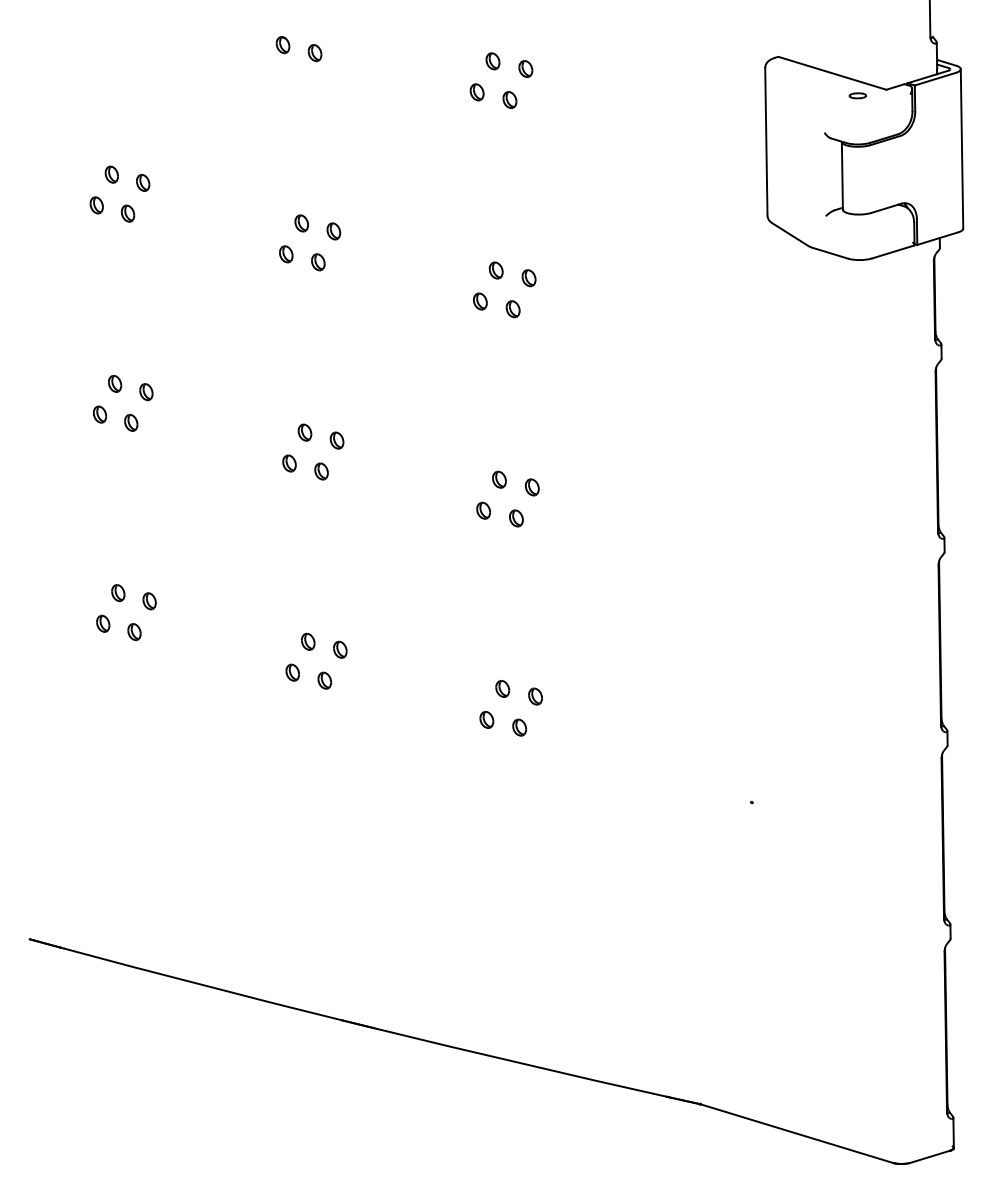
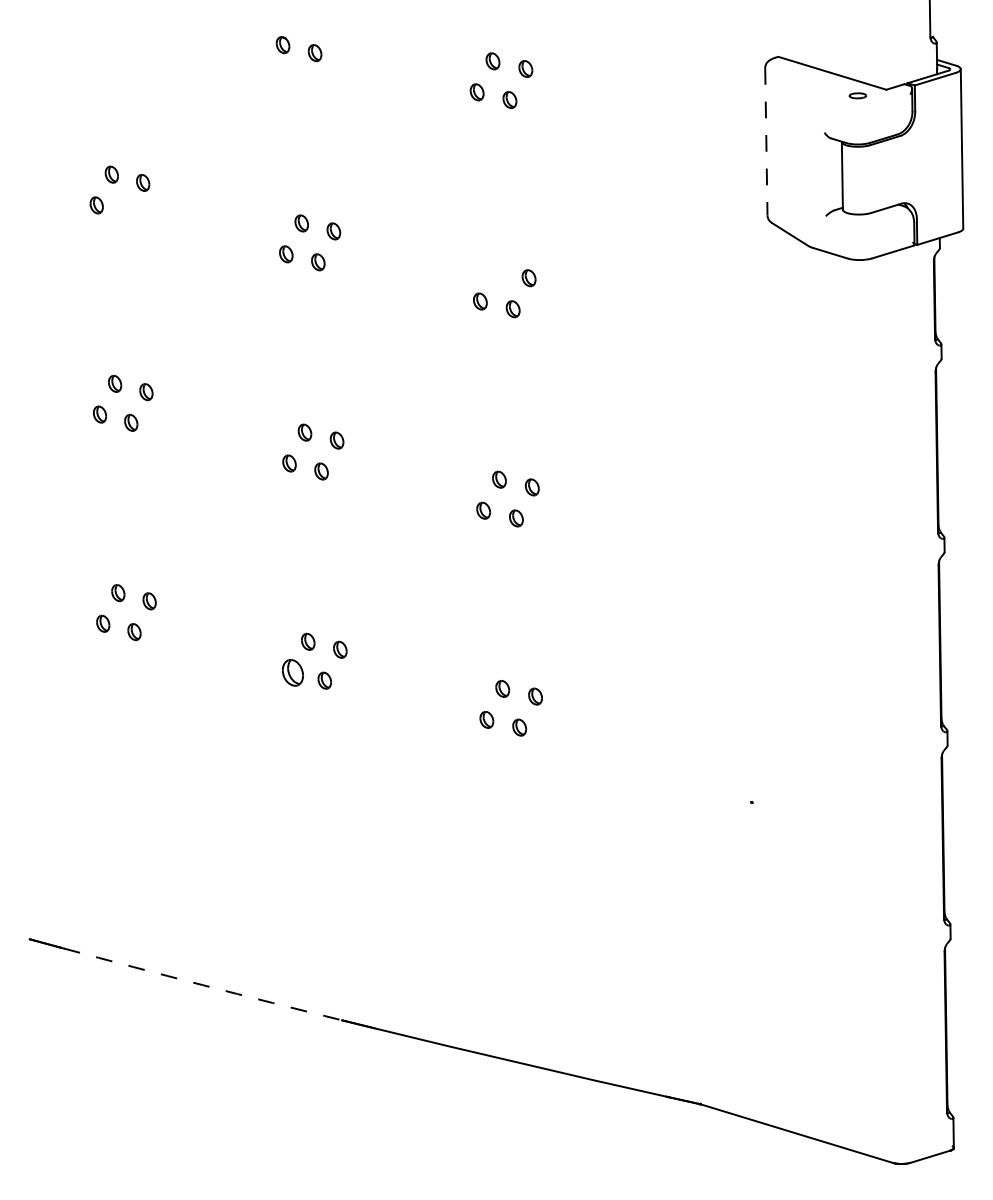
line at (766, 141): solid -> dashed
part at (128, 213): present -> none
part at (495, 270): present -> none
part at (292, 672) size: 15x19 px -> 22x28 px
arc at (202, 985): solid -> dashed
